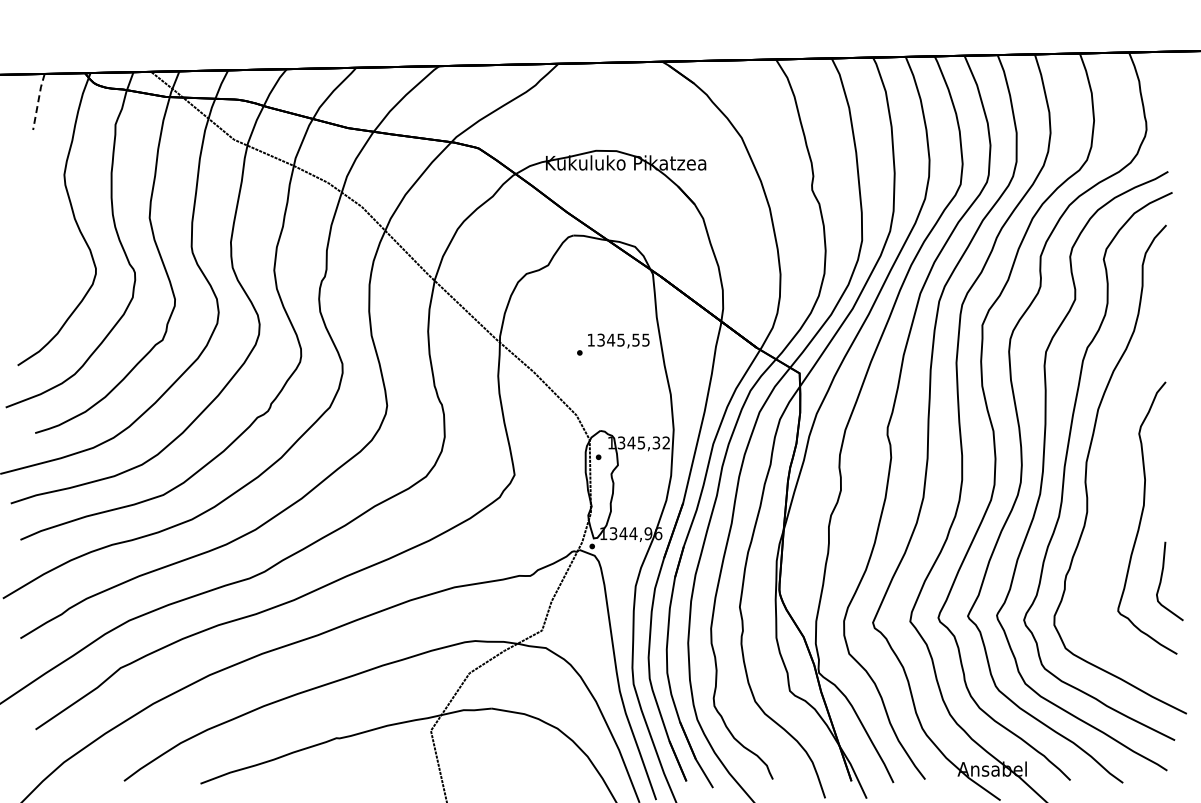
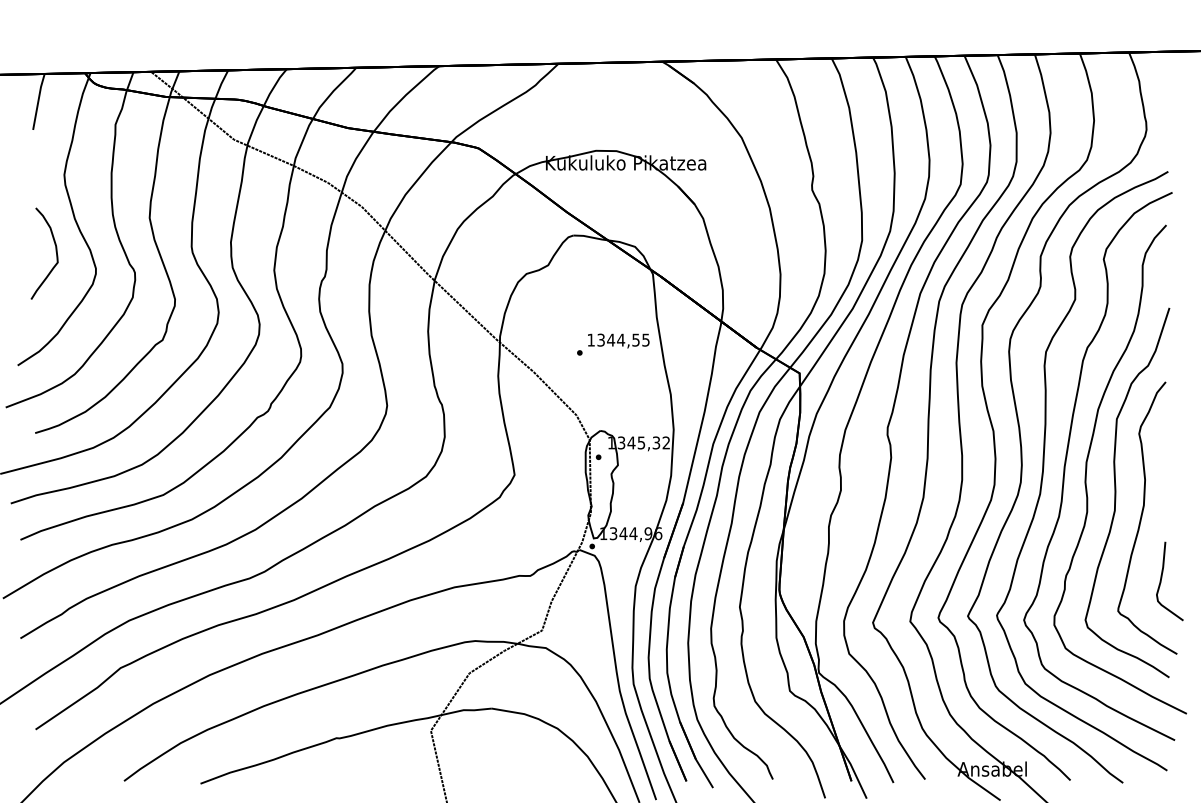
line at (38, 101): dashed -> solid
curve at (55, 251): none -> present
text at (621, 339): 1345,55 -> 1344,55
curve at (1116, 492): none -> present
